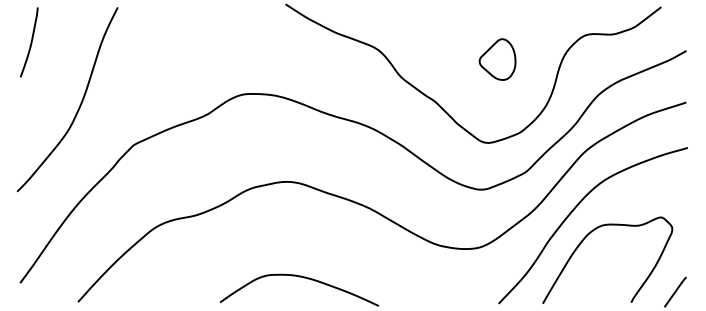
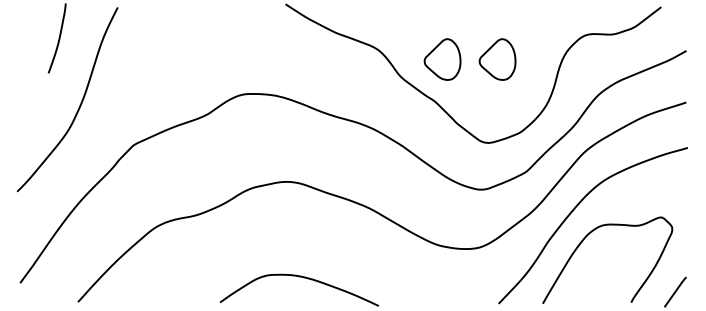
curve at (30, 42) position: (30, 42) -> (58, 38)
part at (442, 59): none -> present
